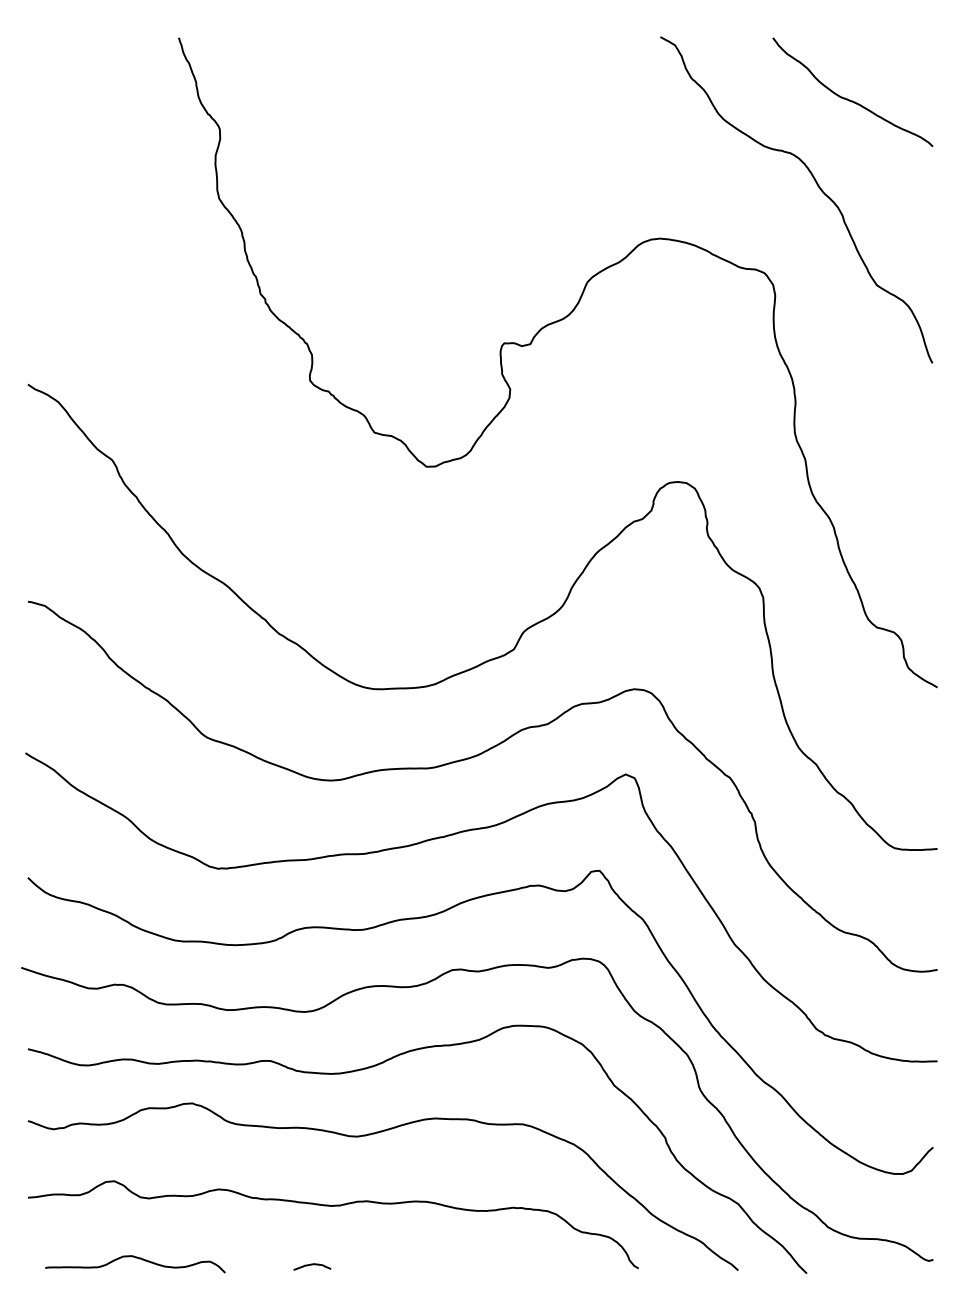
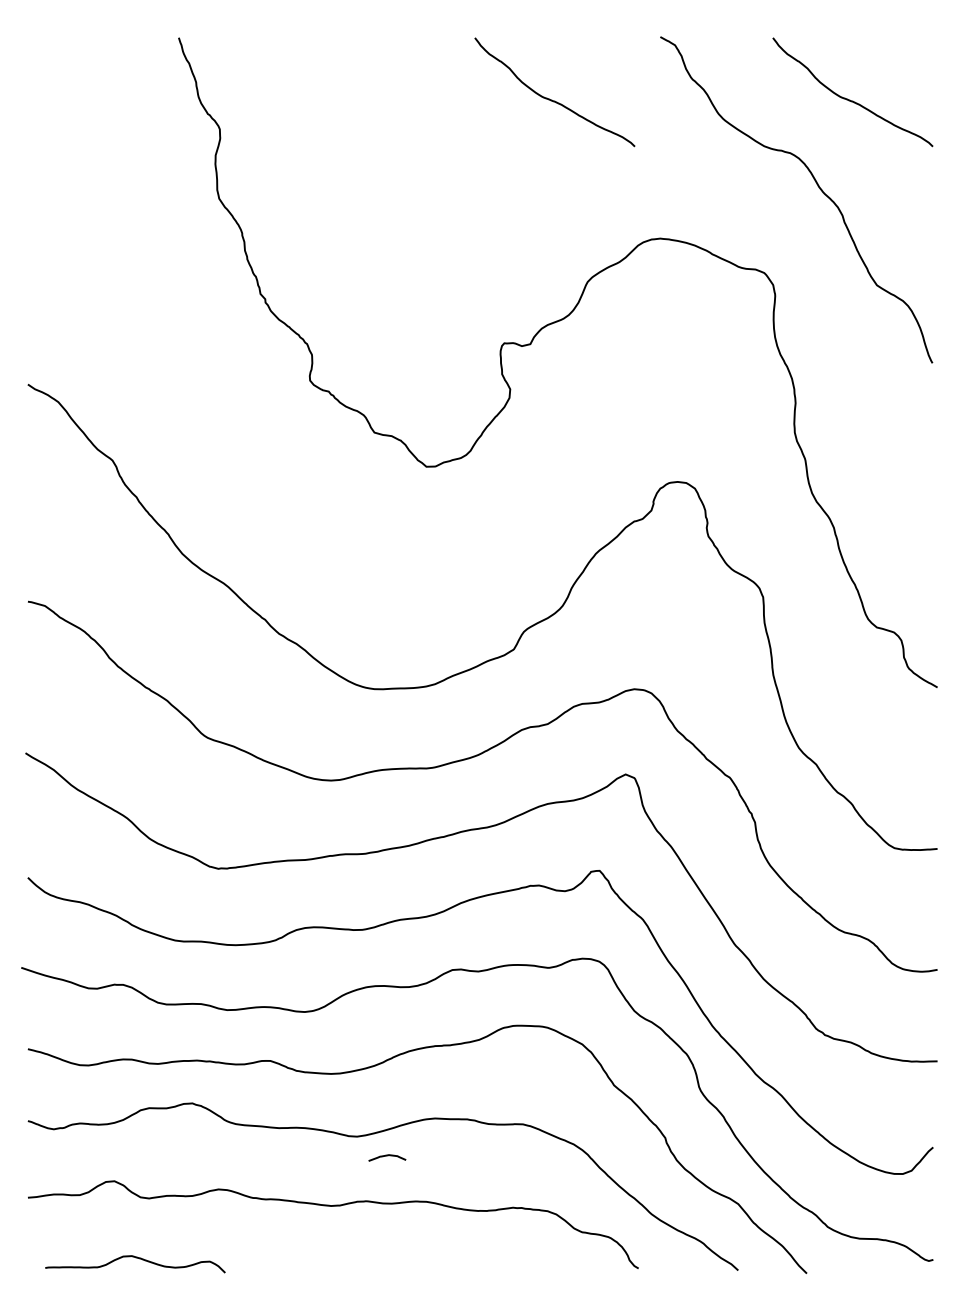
curve at (552, 99): none -> present
curve at (312, 1265) position: (312, 1265) -> (387, 1156)
